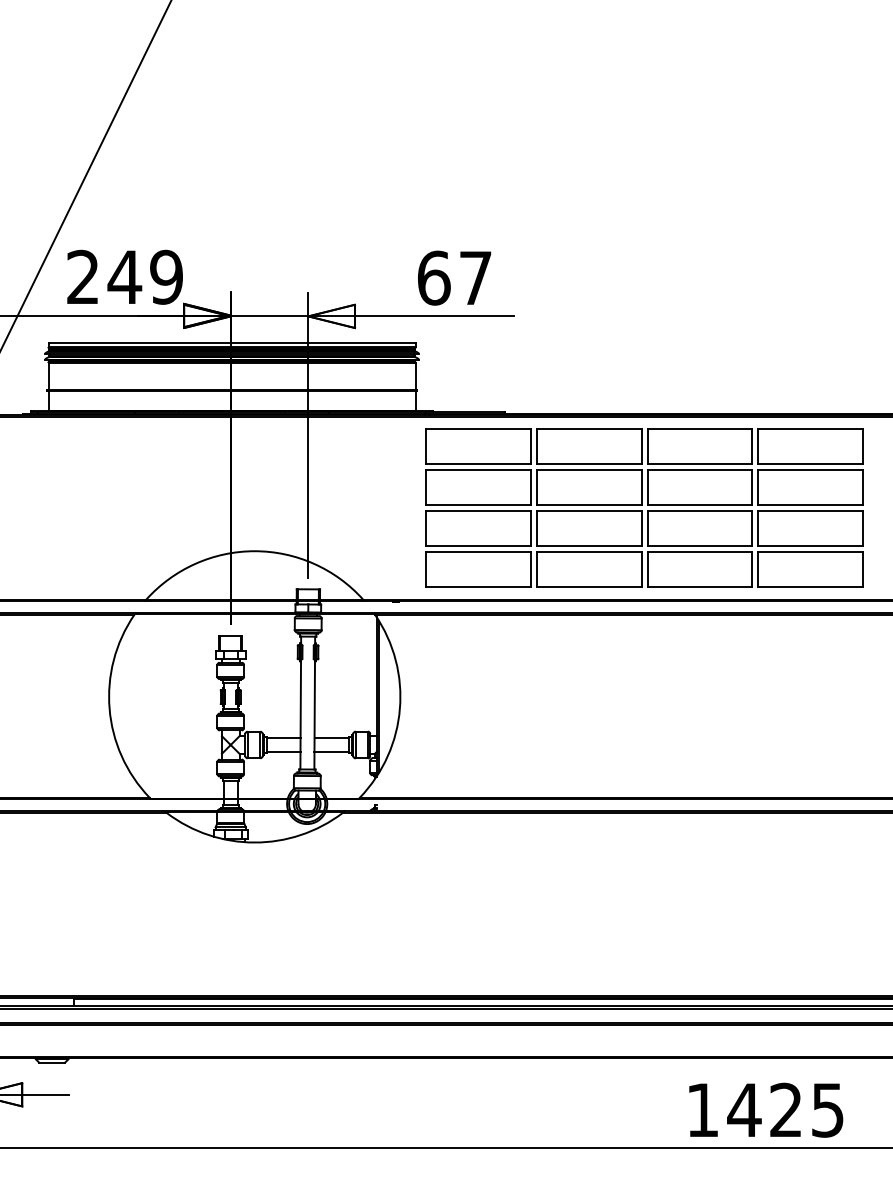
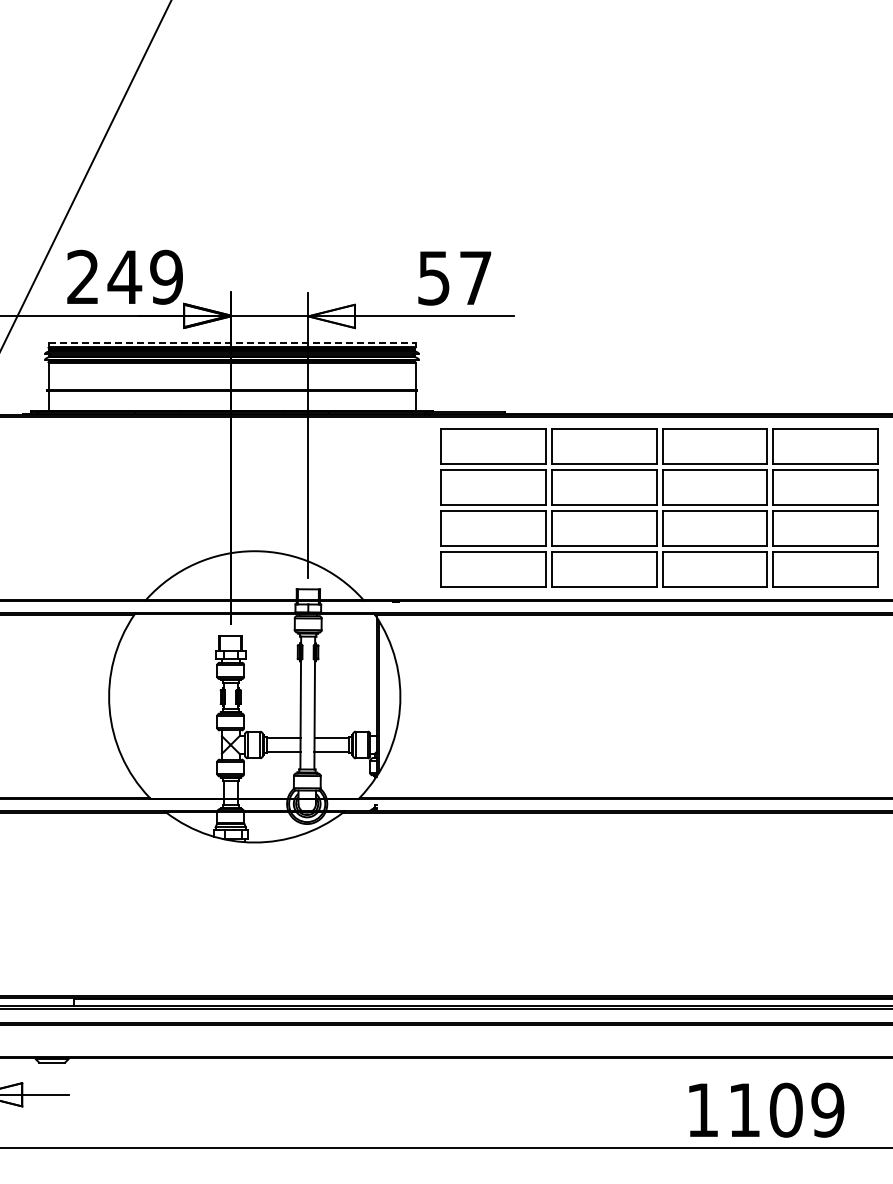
text at (434, 277): 67 -> 57
line at (232, 342): solid -> dashed
part at (644, 507) position: (644, 507) -> (659, 507)
text at (785, 1109): 1425 -> 1109
